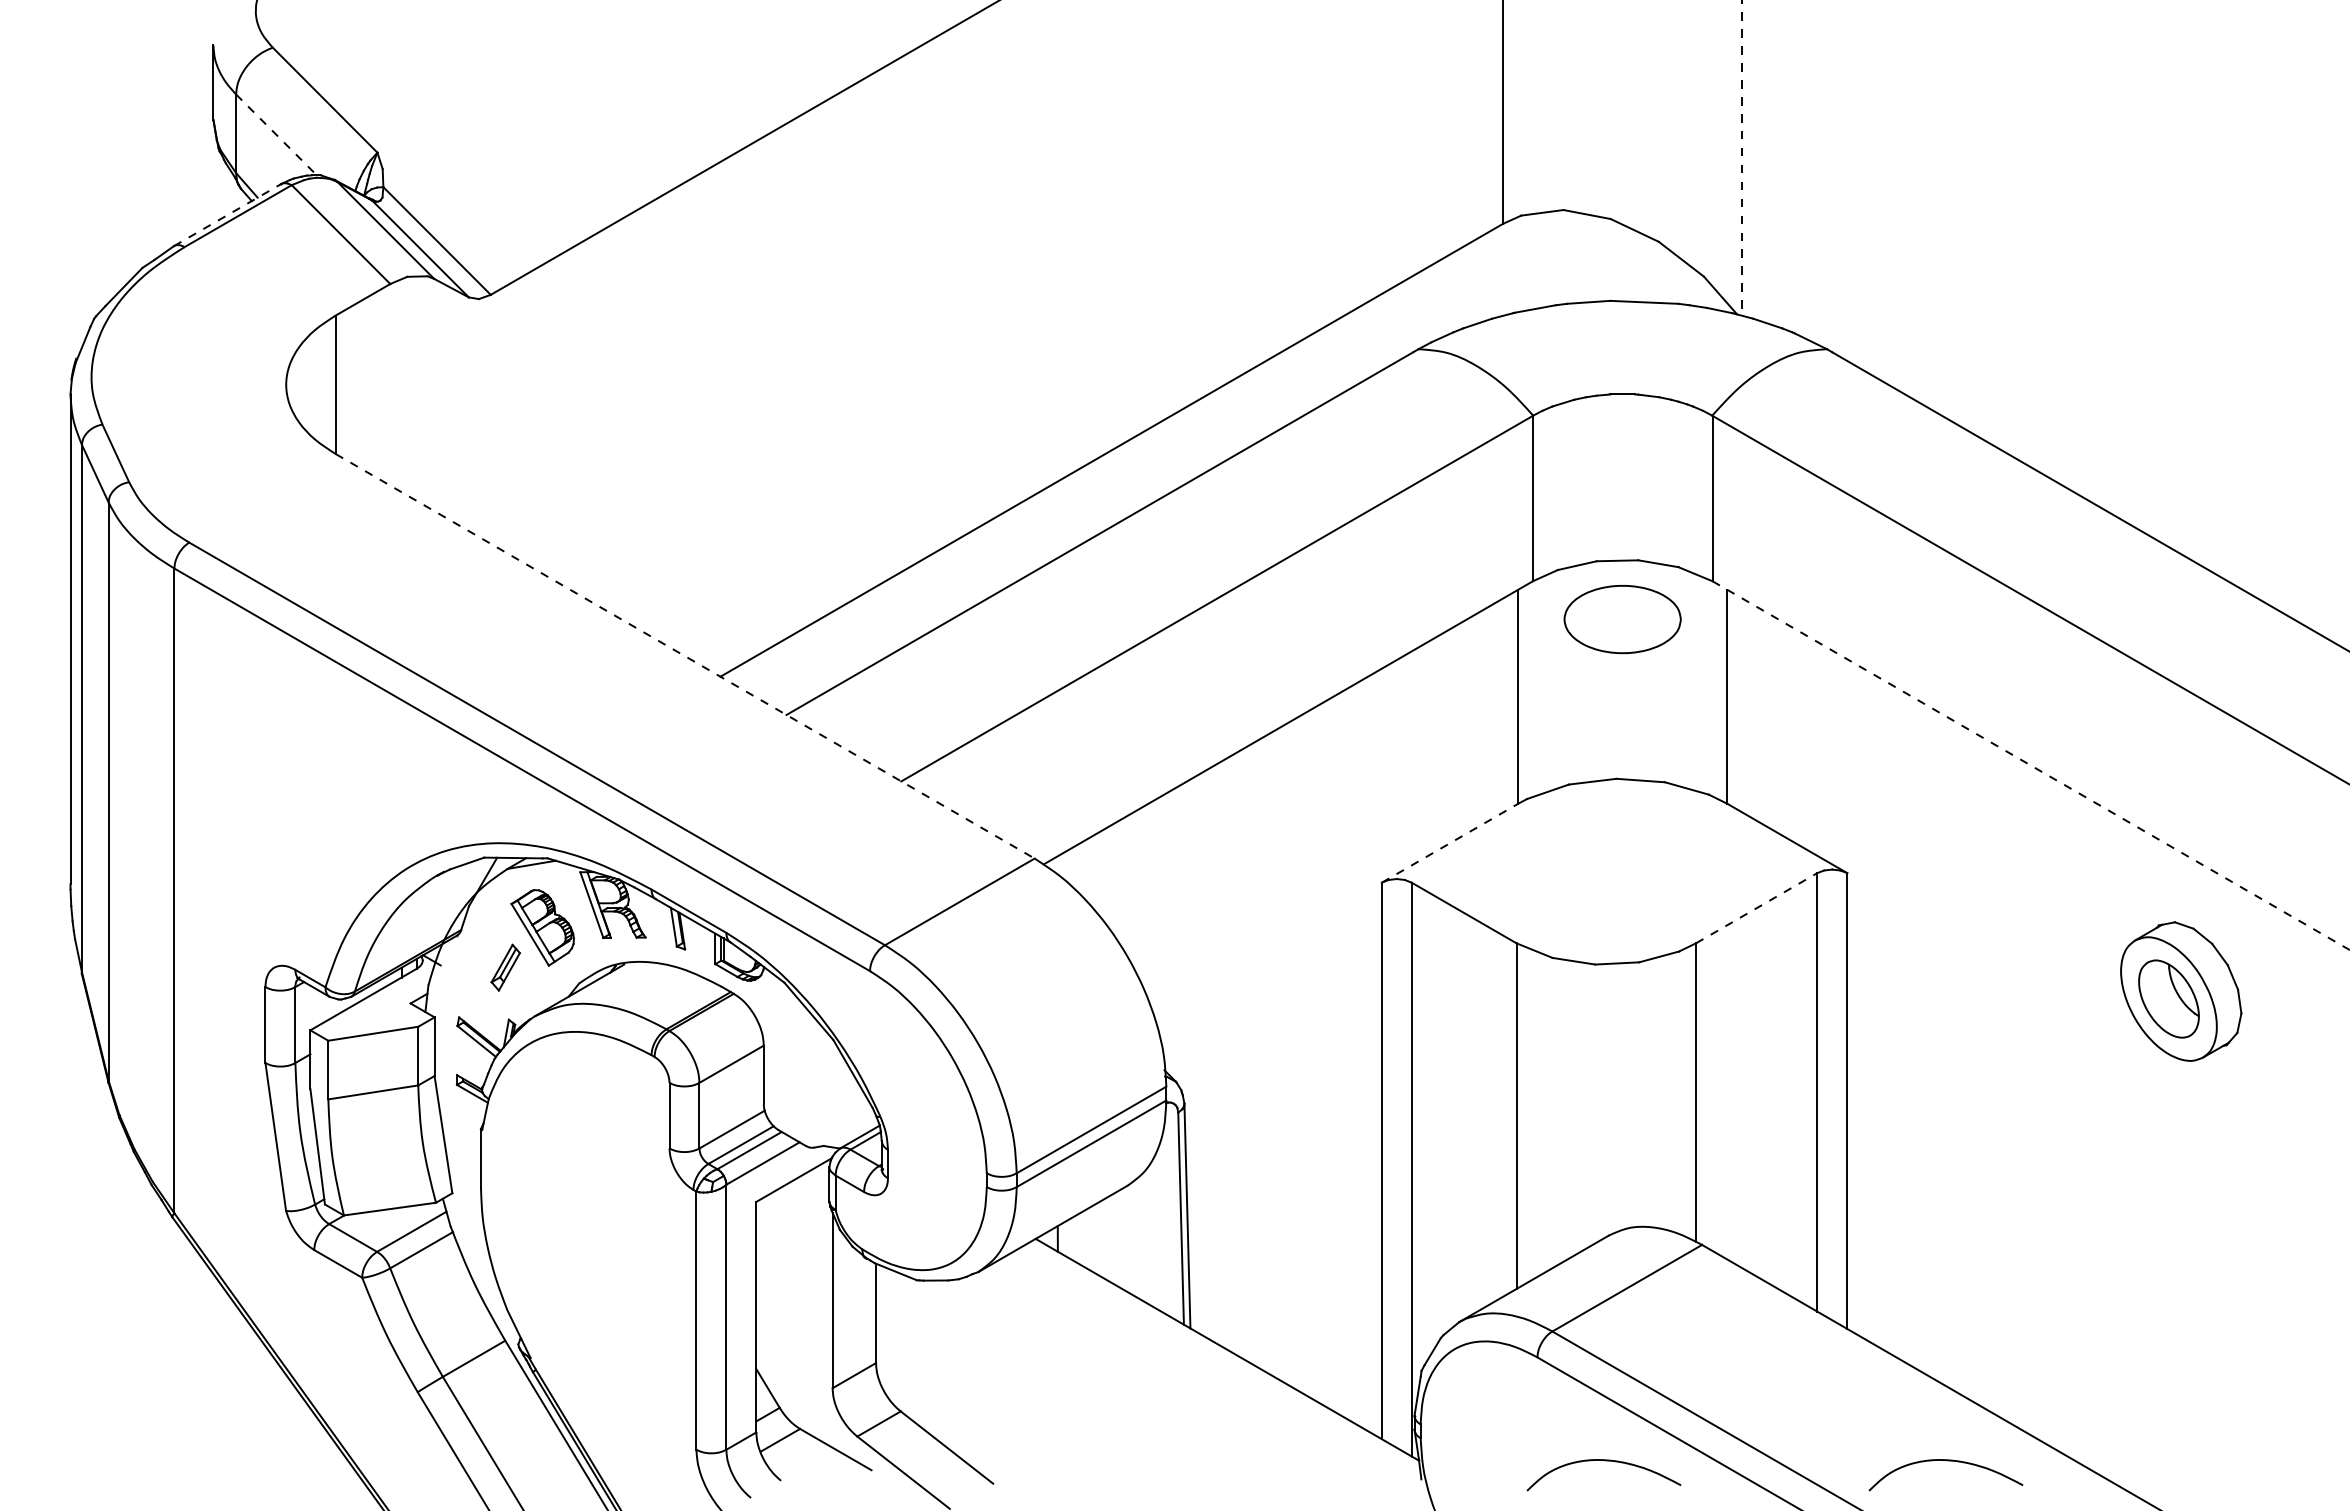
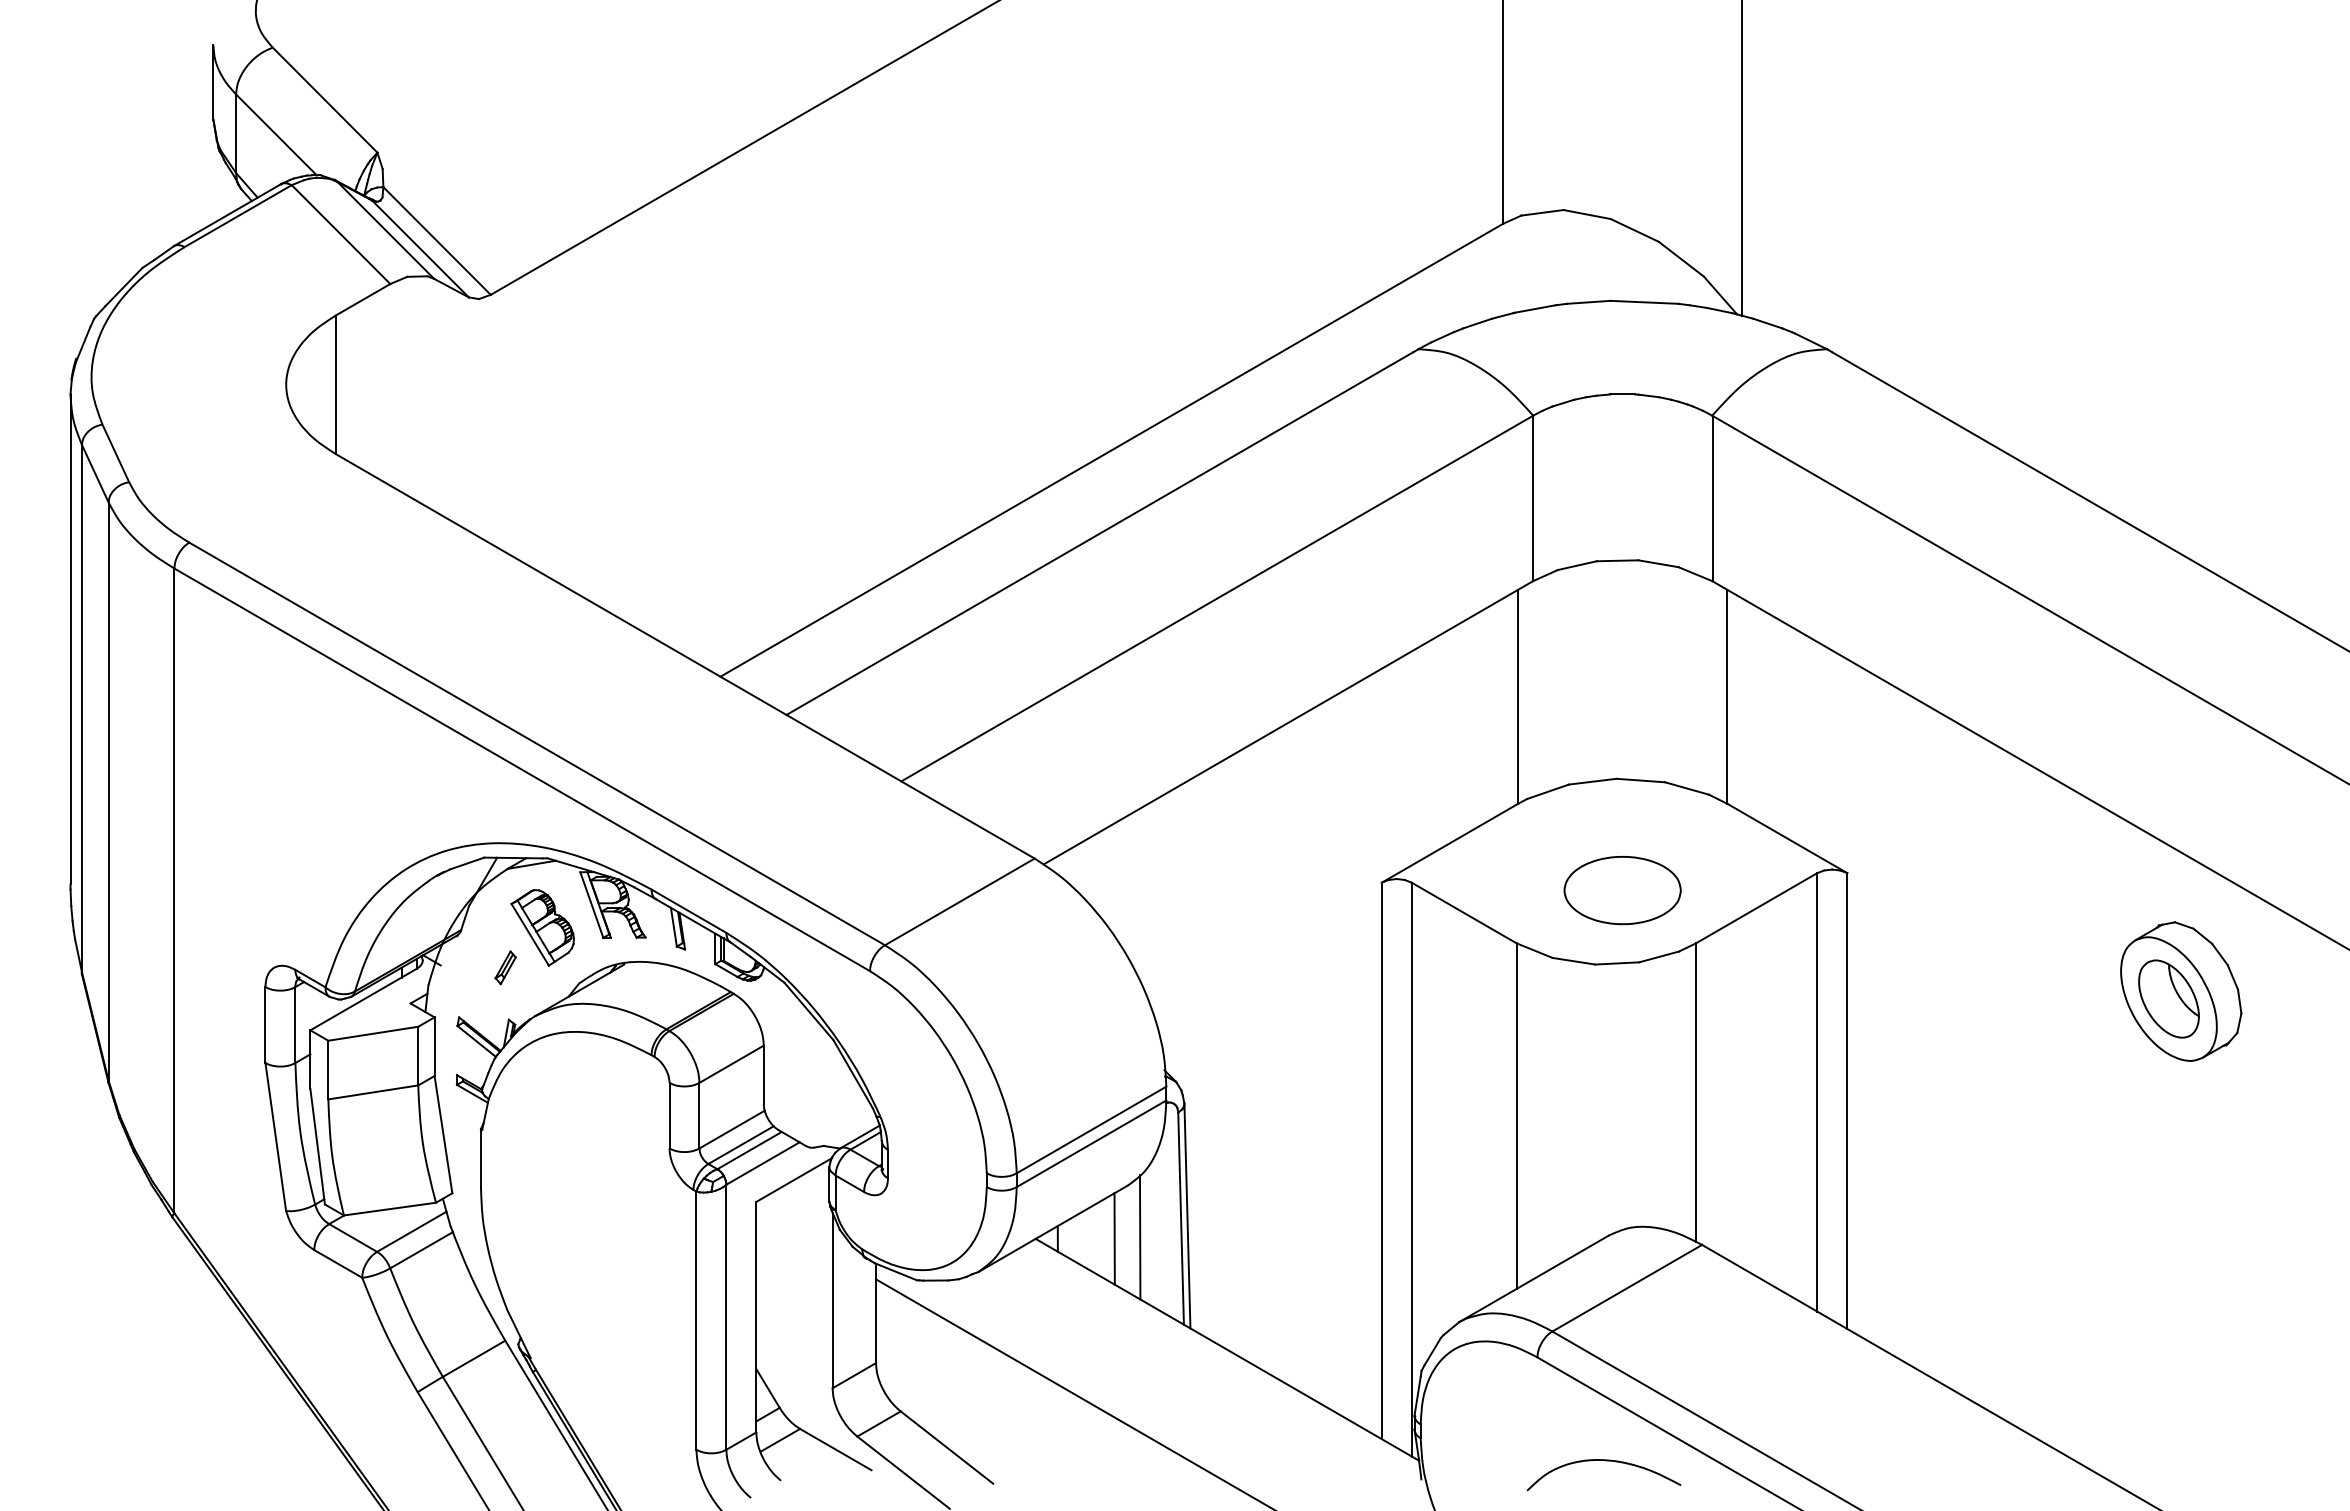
line at (276, 135): dashed -> solid
line at (1742, 158): dashed -> solid
line at (227, 215): dashed -> solid
part at (1622, 619) position: (1622, 619) -> (1622, 890)
line at (685, 656): dashed -> solid
line at (2030, 765): dashed -> solid
line at (1449, 843): dashed -> solid
line at (1757, 907): dashed -> solid
part at (505, 967) size: 31x49 px -> 23x36 px
line at (1139, 1237): none -> present
line at (1114, 1238): none -> present
line at (1073, 1393): none -> present
curve at (1946, 1461): present -> none
